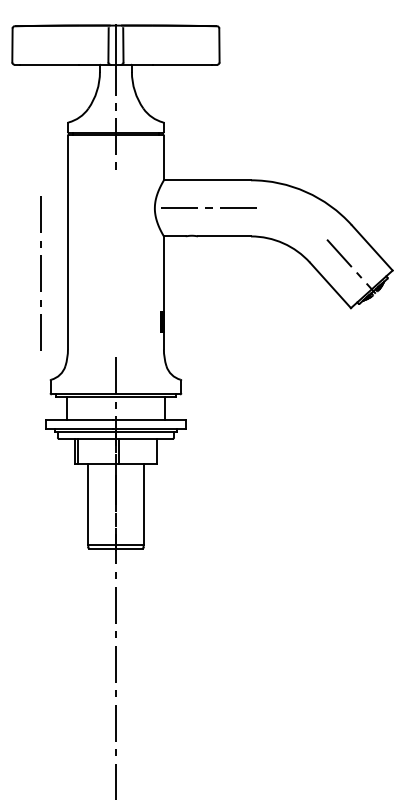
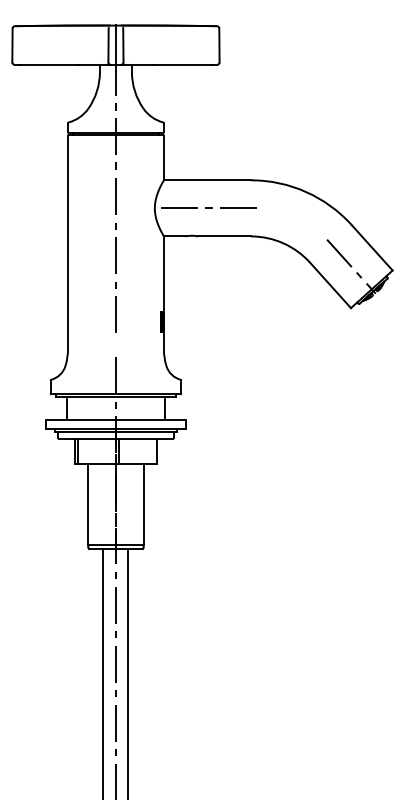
line at (40, 273) position: (40, 273) -> (115, 255)
line at (103, 672): none -> present
line at (128, 672): none -> present
